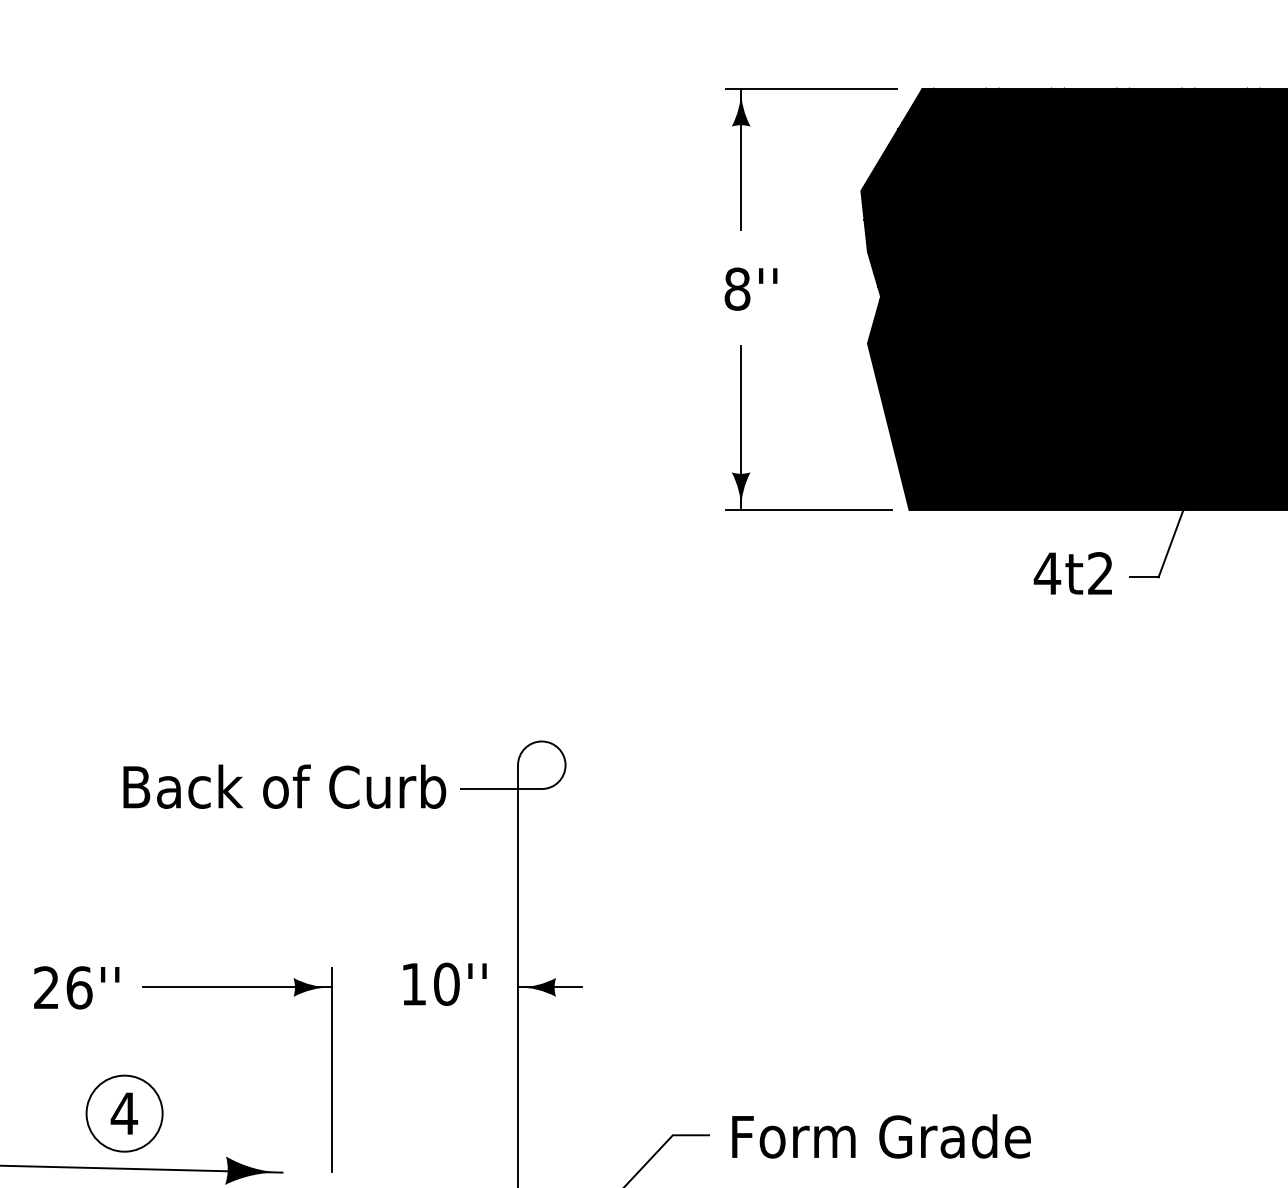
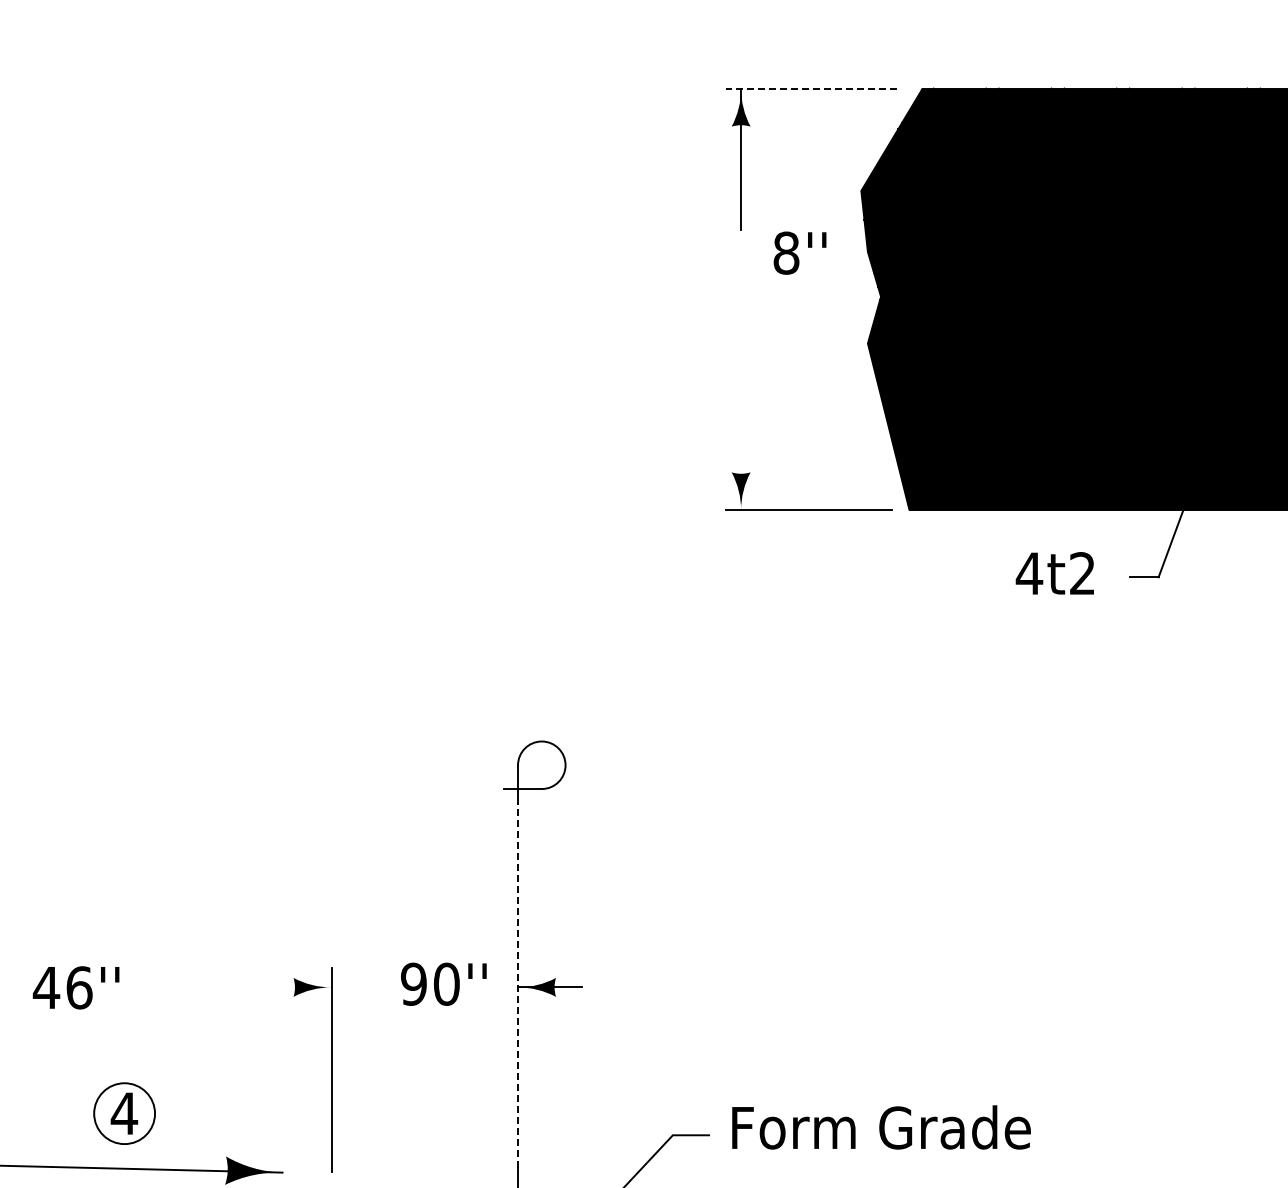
line at (810, 88): solid -> dashed
text at (750, 288) position: (750, 288) -> (799, 252)
line at (741, 427): present -> none
text at (1072, 573) position: (1072, 573) -> (1054, 573)
part at (284, 786): present -> none
line at (482, 789): present -> none
text at (413, 983): 10'' -> 90''
line at (518, 985): solid -> dashed
text at (46, 987): 26'' -> 46''
line at (236, 987): present -> none
circle at (124, 1113) diameter: 76 px -> 61 px
text at (881, 1136) position: (881, 1136) -> (881, 1127)
